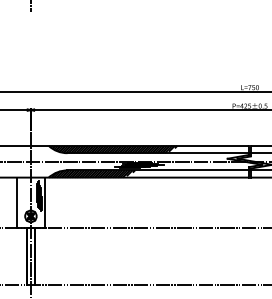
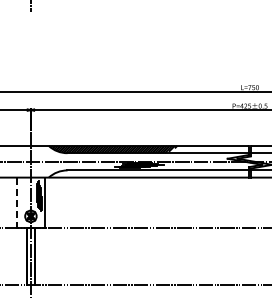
hatch at (92, 173): present -> none
line at (16, 203): solid -> dashed
